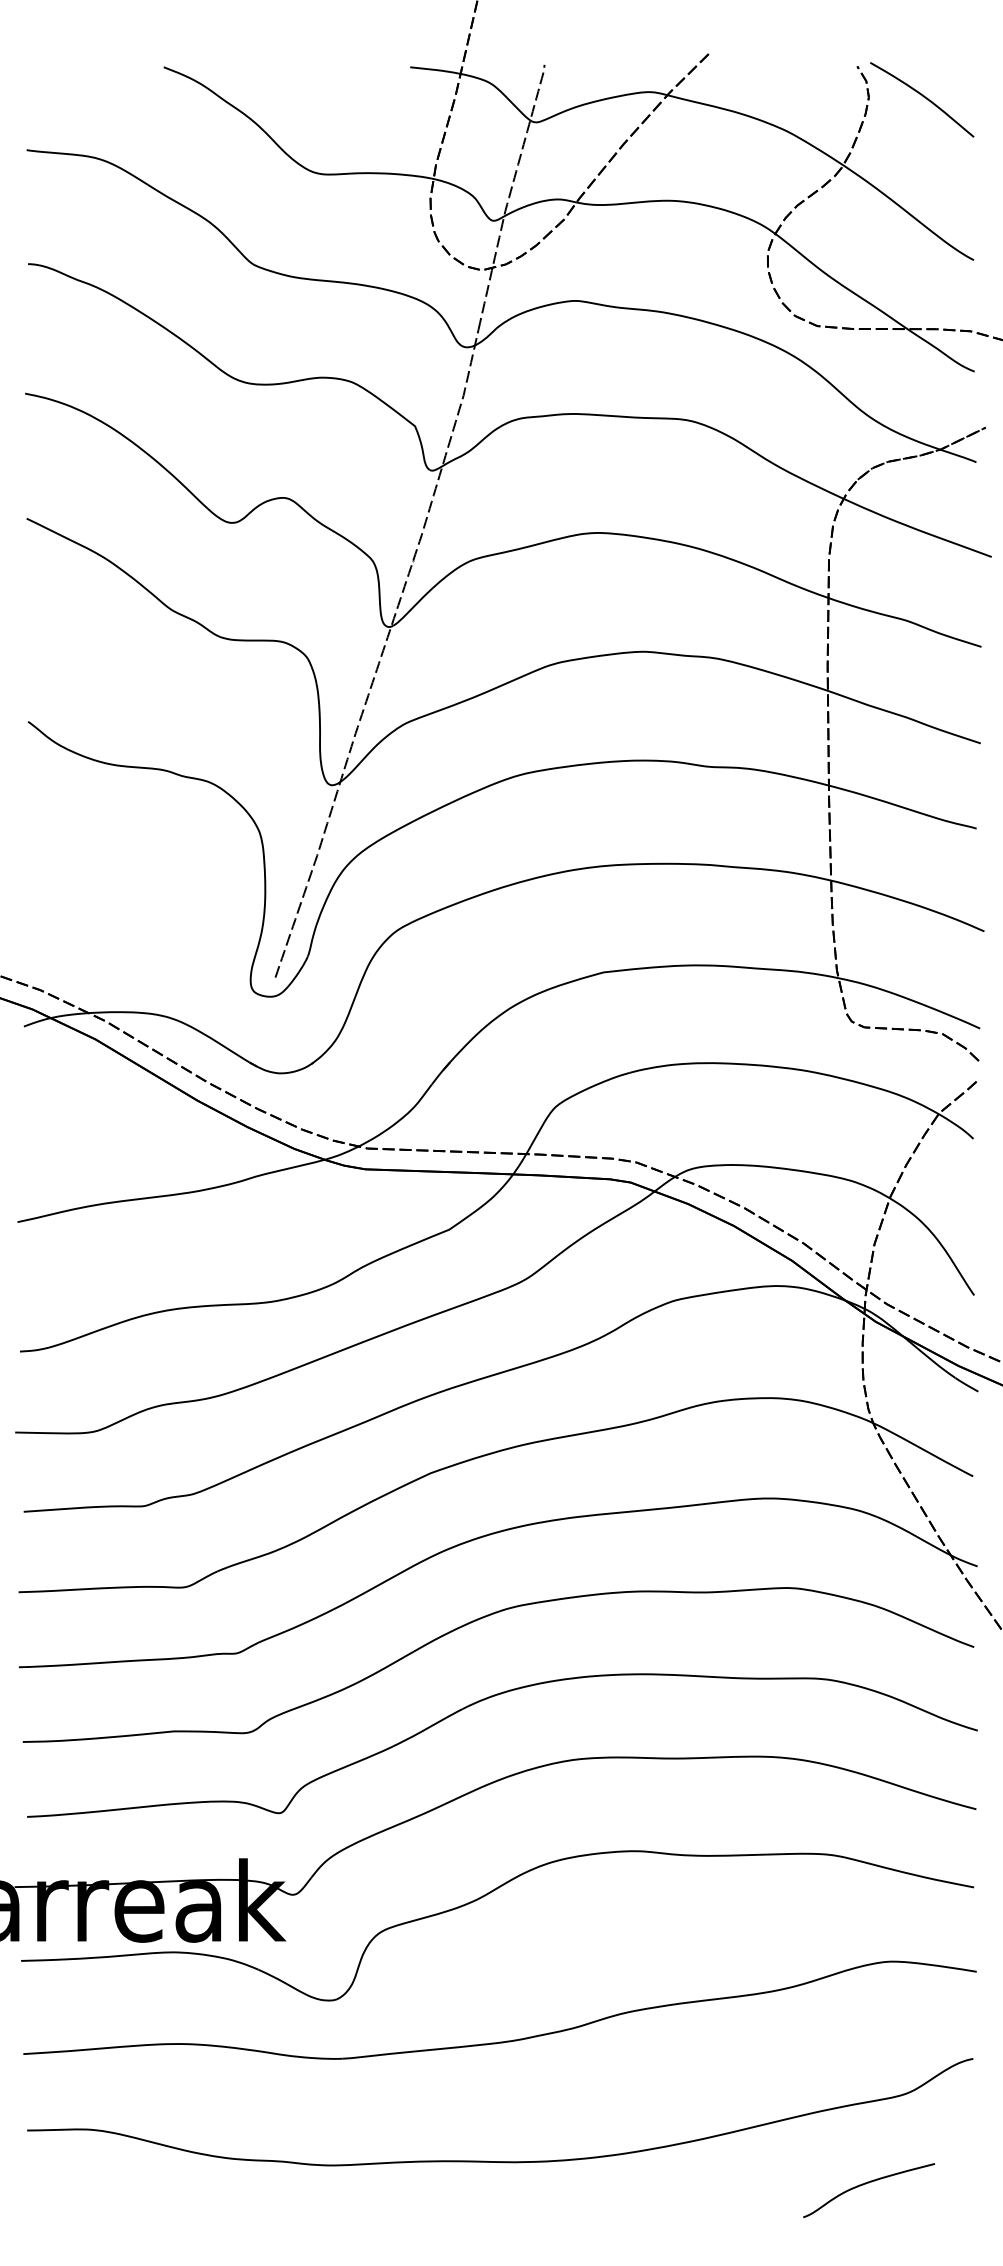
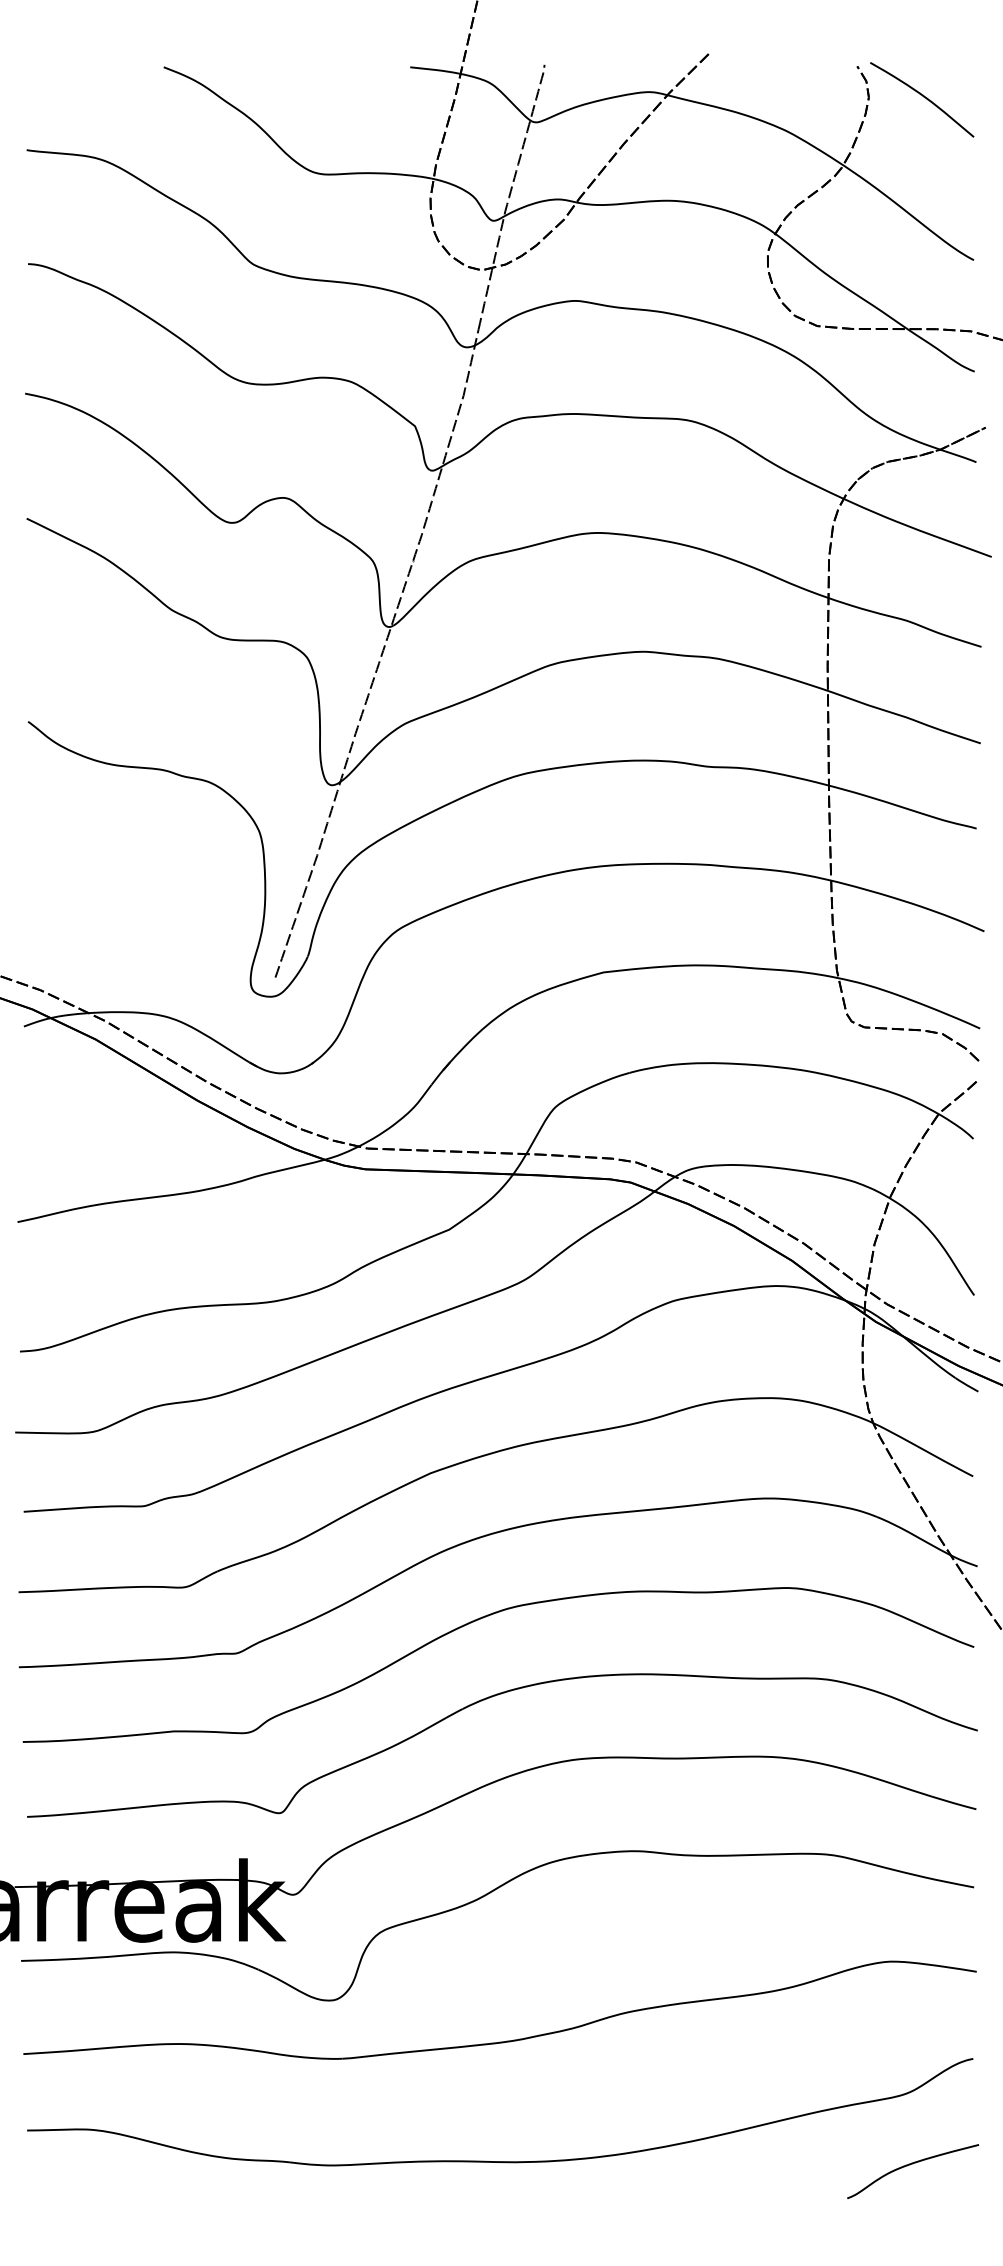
curve at (866, 2184) position: (866, 2184) -> (910, 2165)
